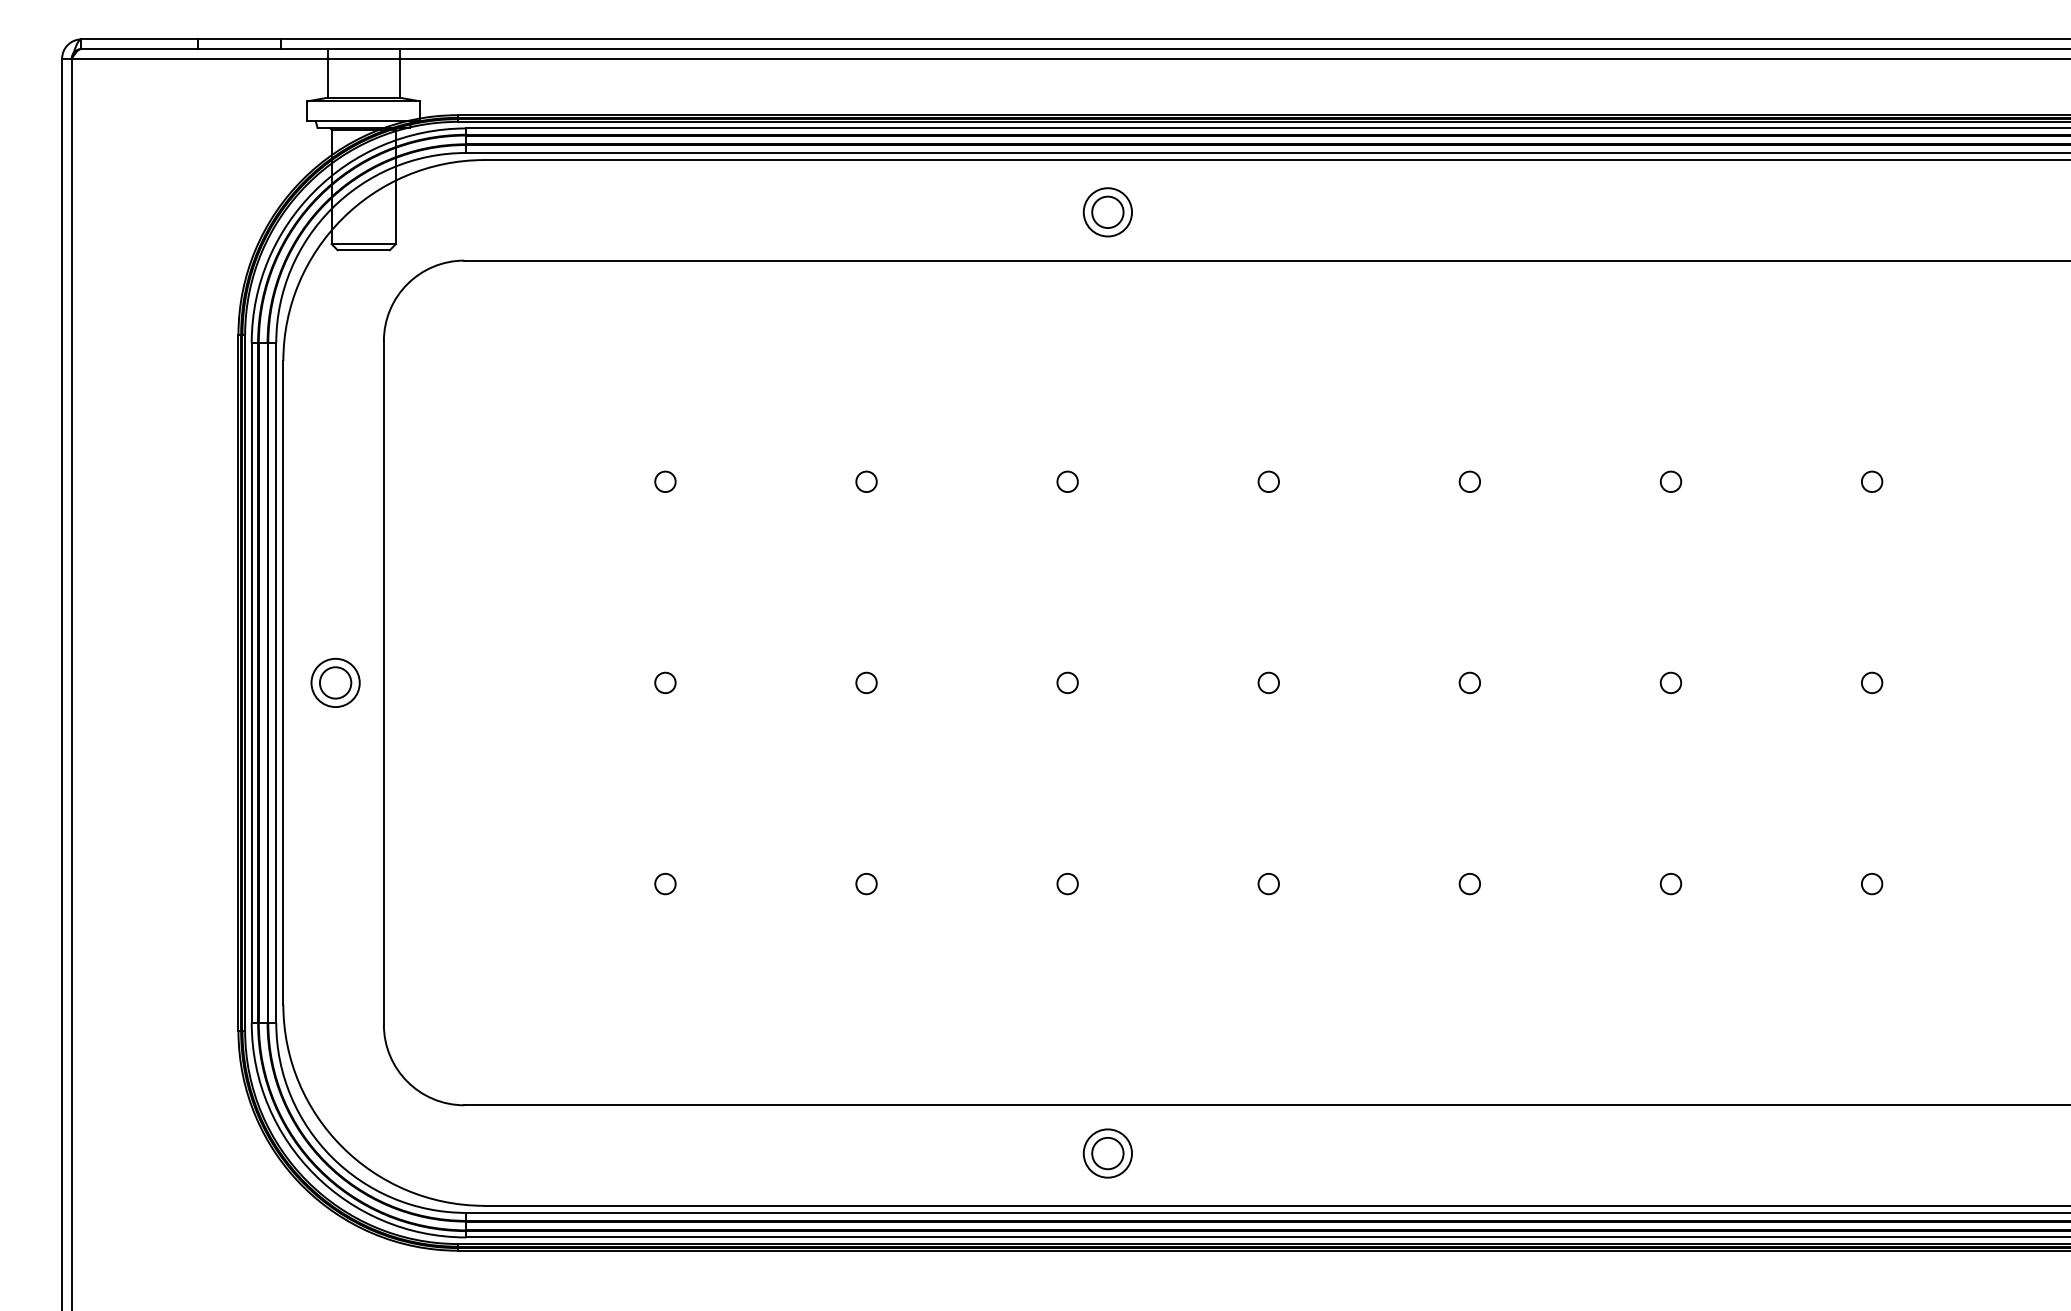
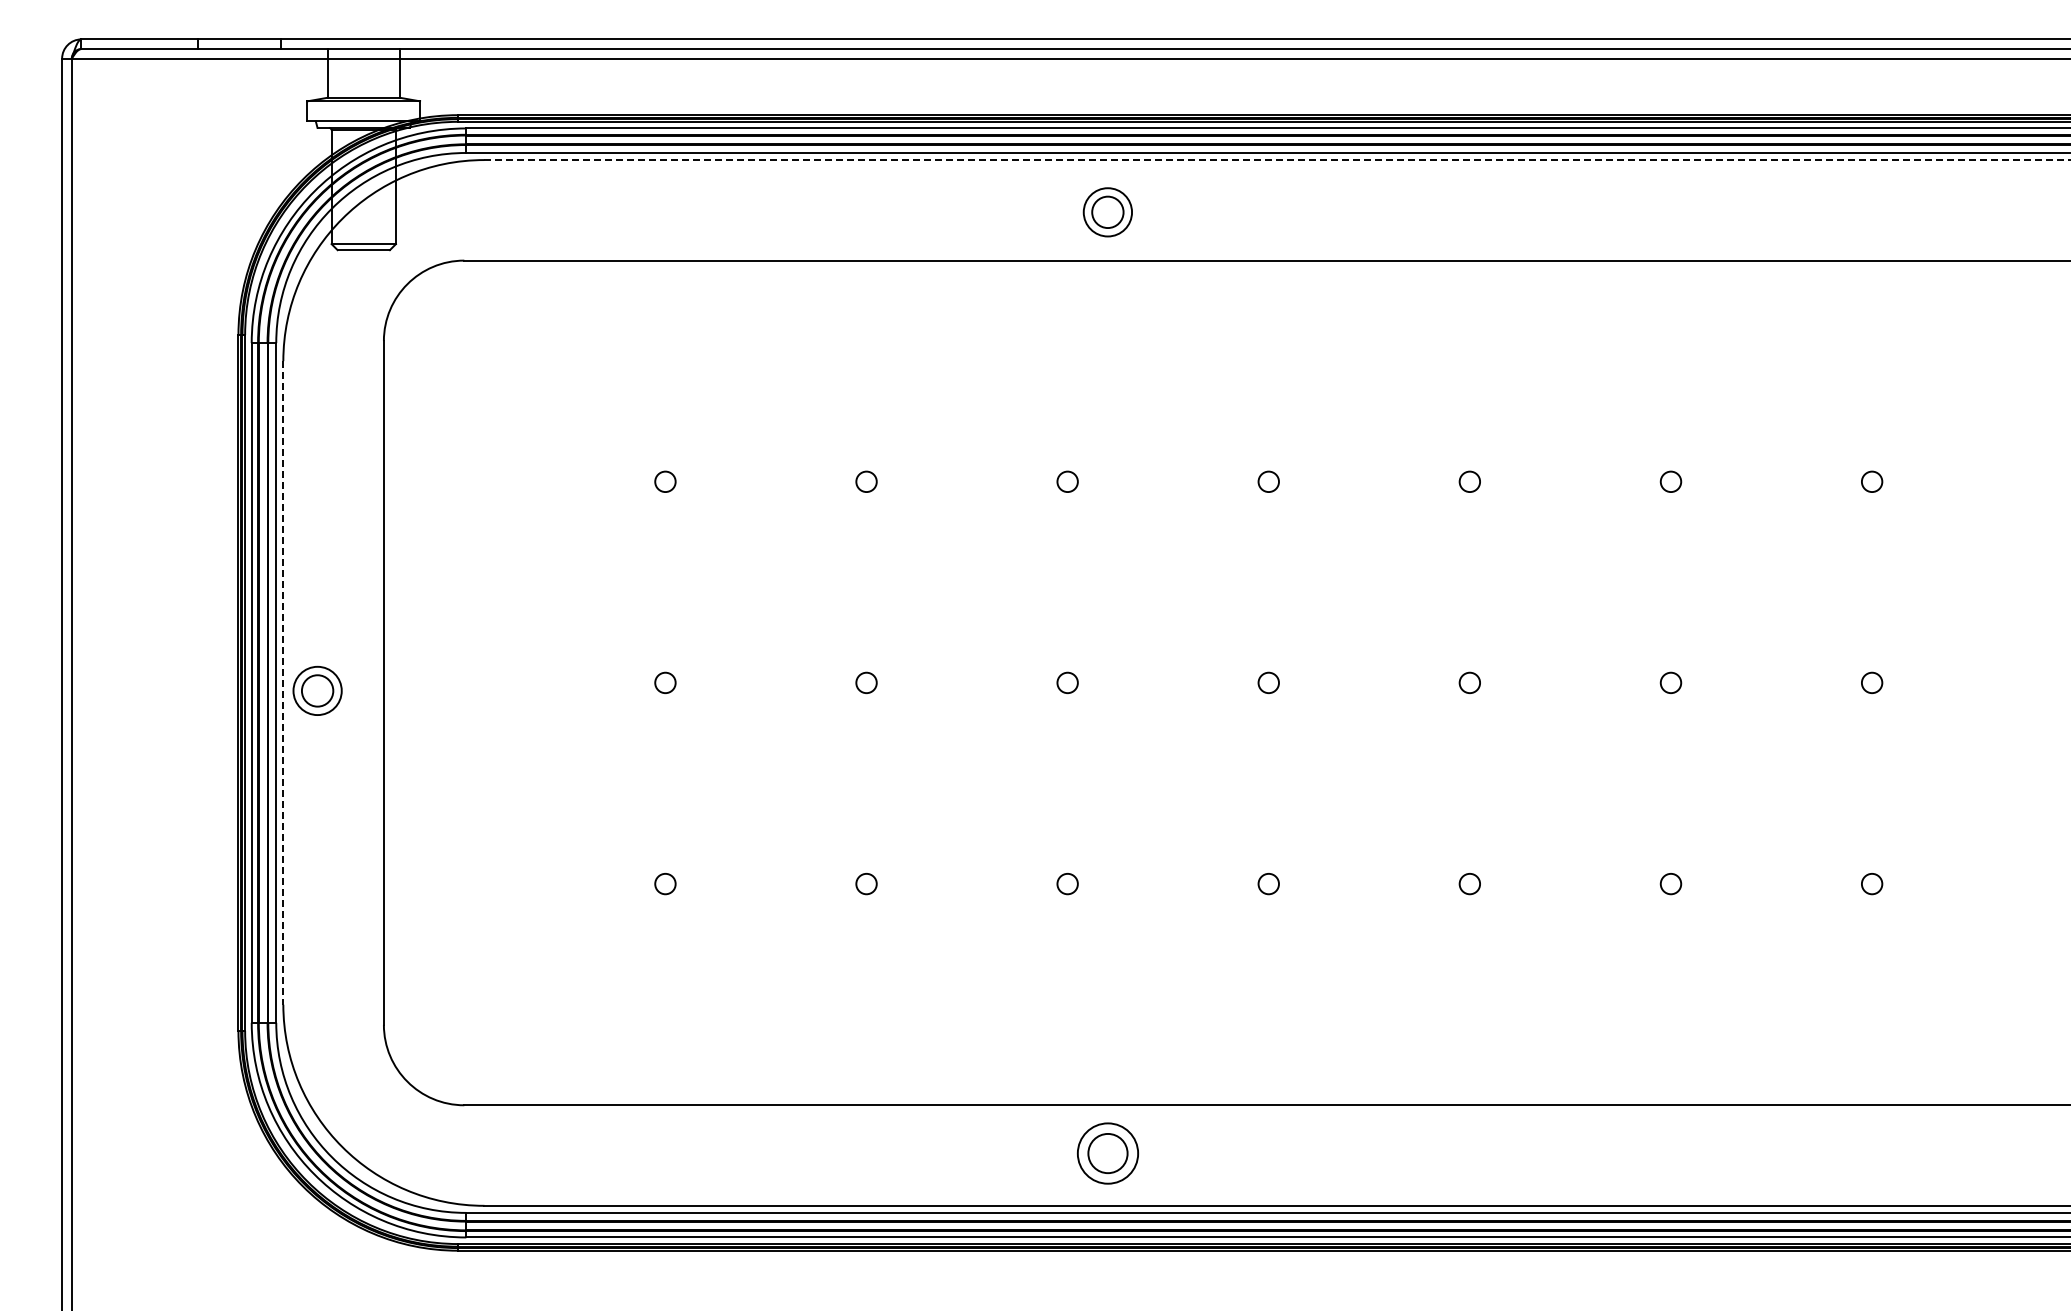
line at (1277, 160): solid -> dashed
line at (283, 682): solid -> dashed
part at (335, 682) position: (335, 682) -> (317, 690)
part at (1107, 1153) size: 51x51 px -> 62x63 px
